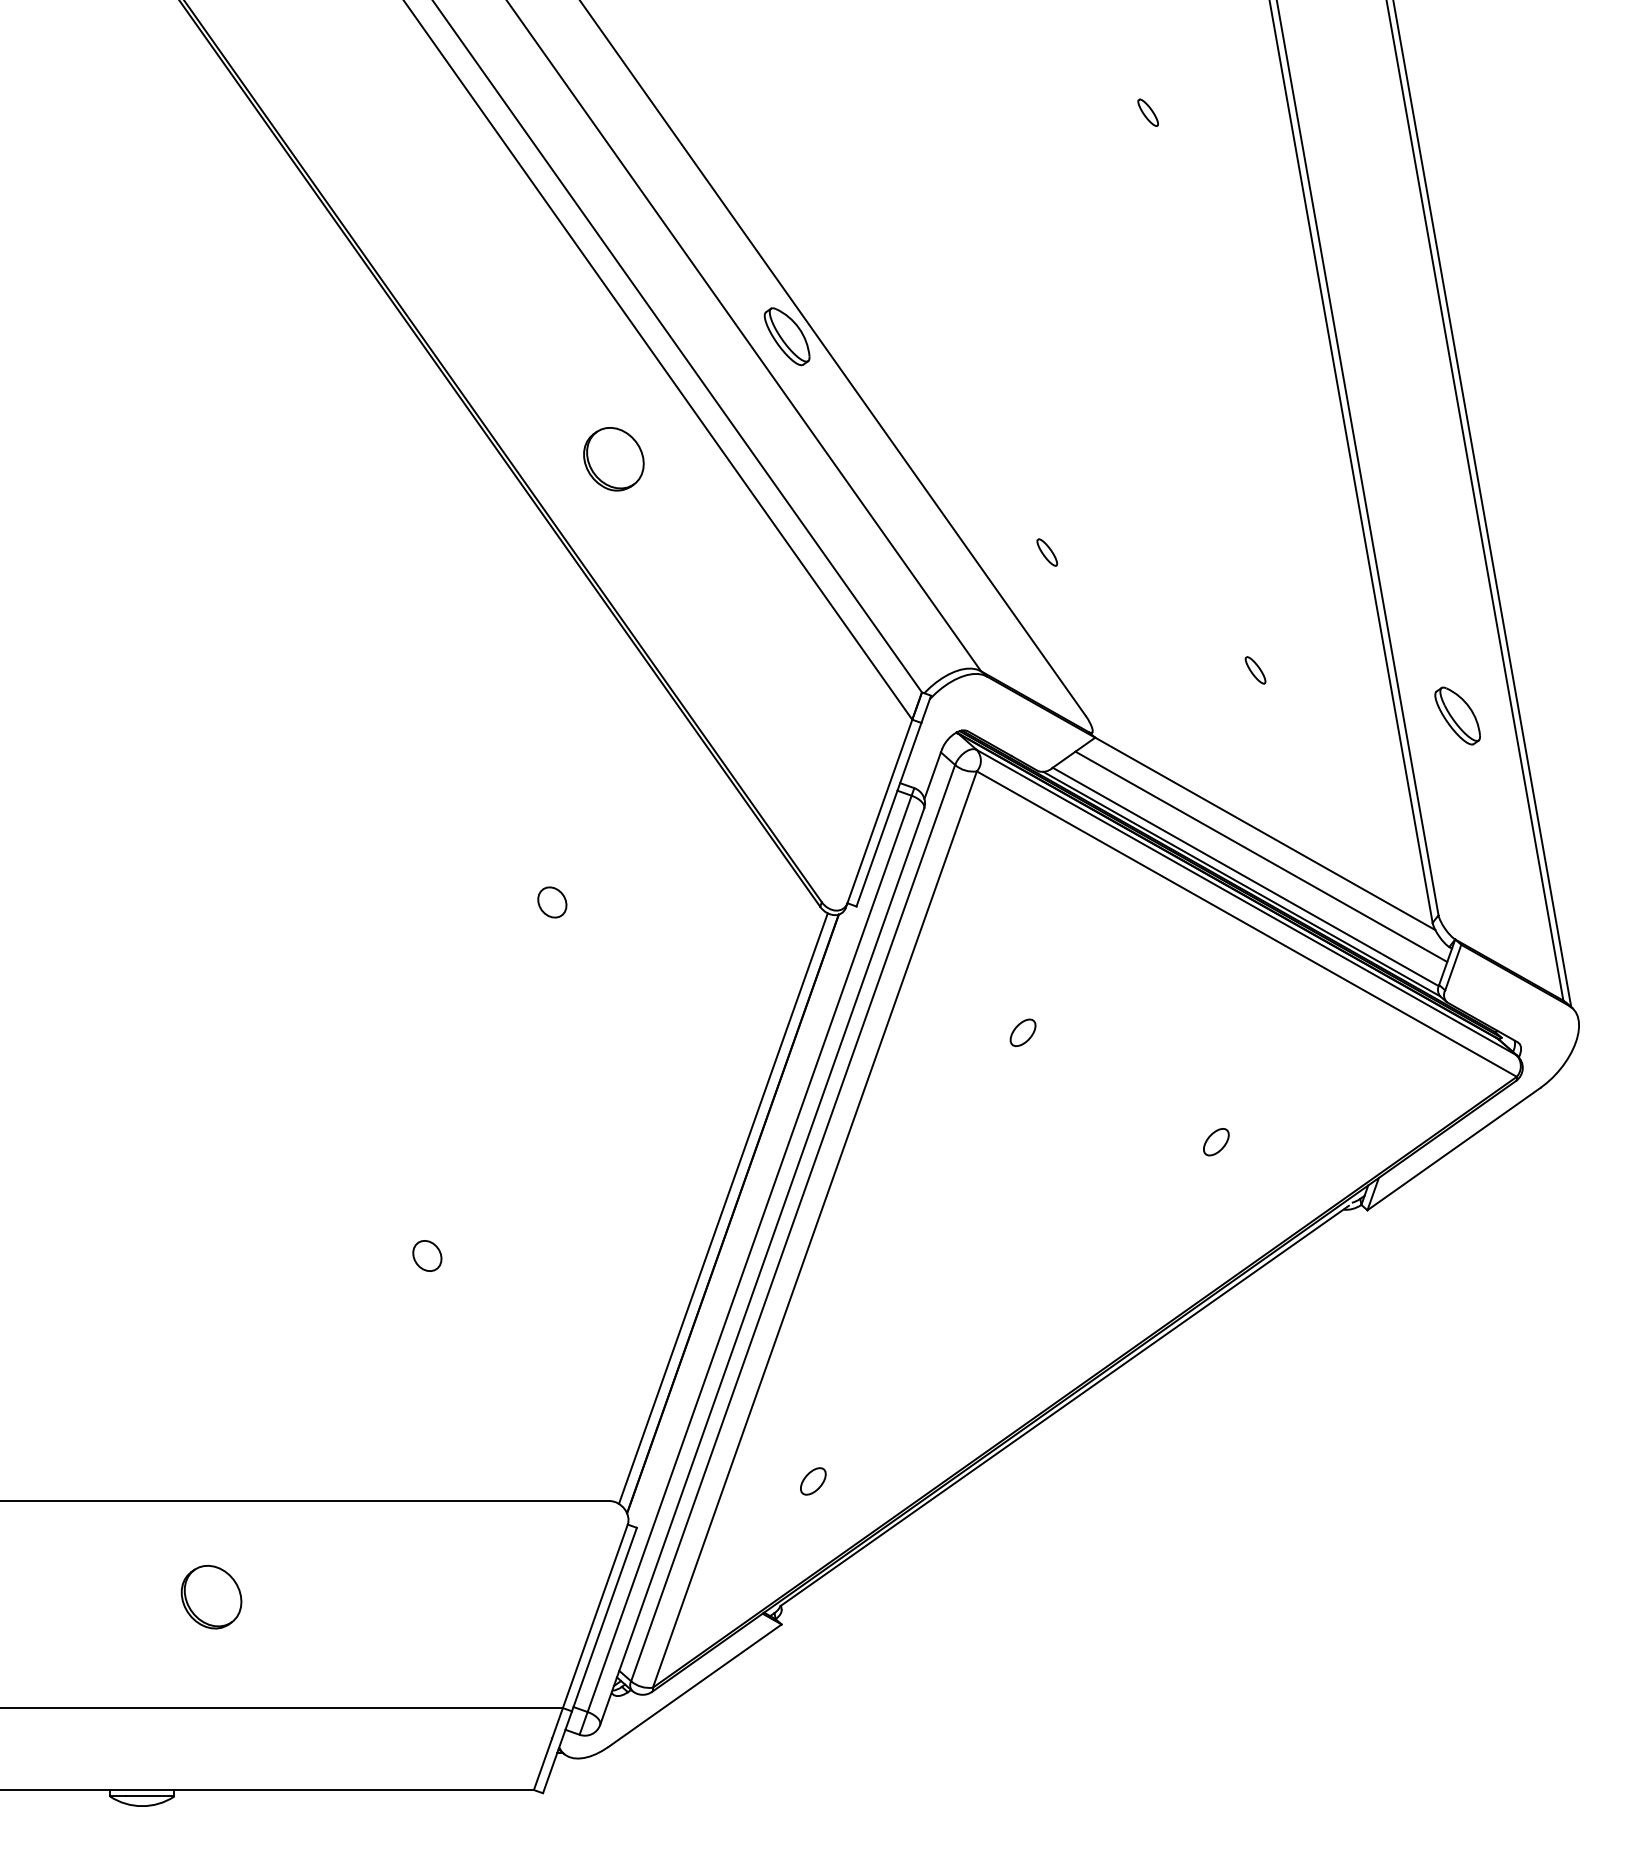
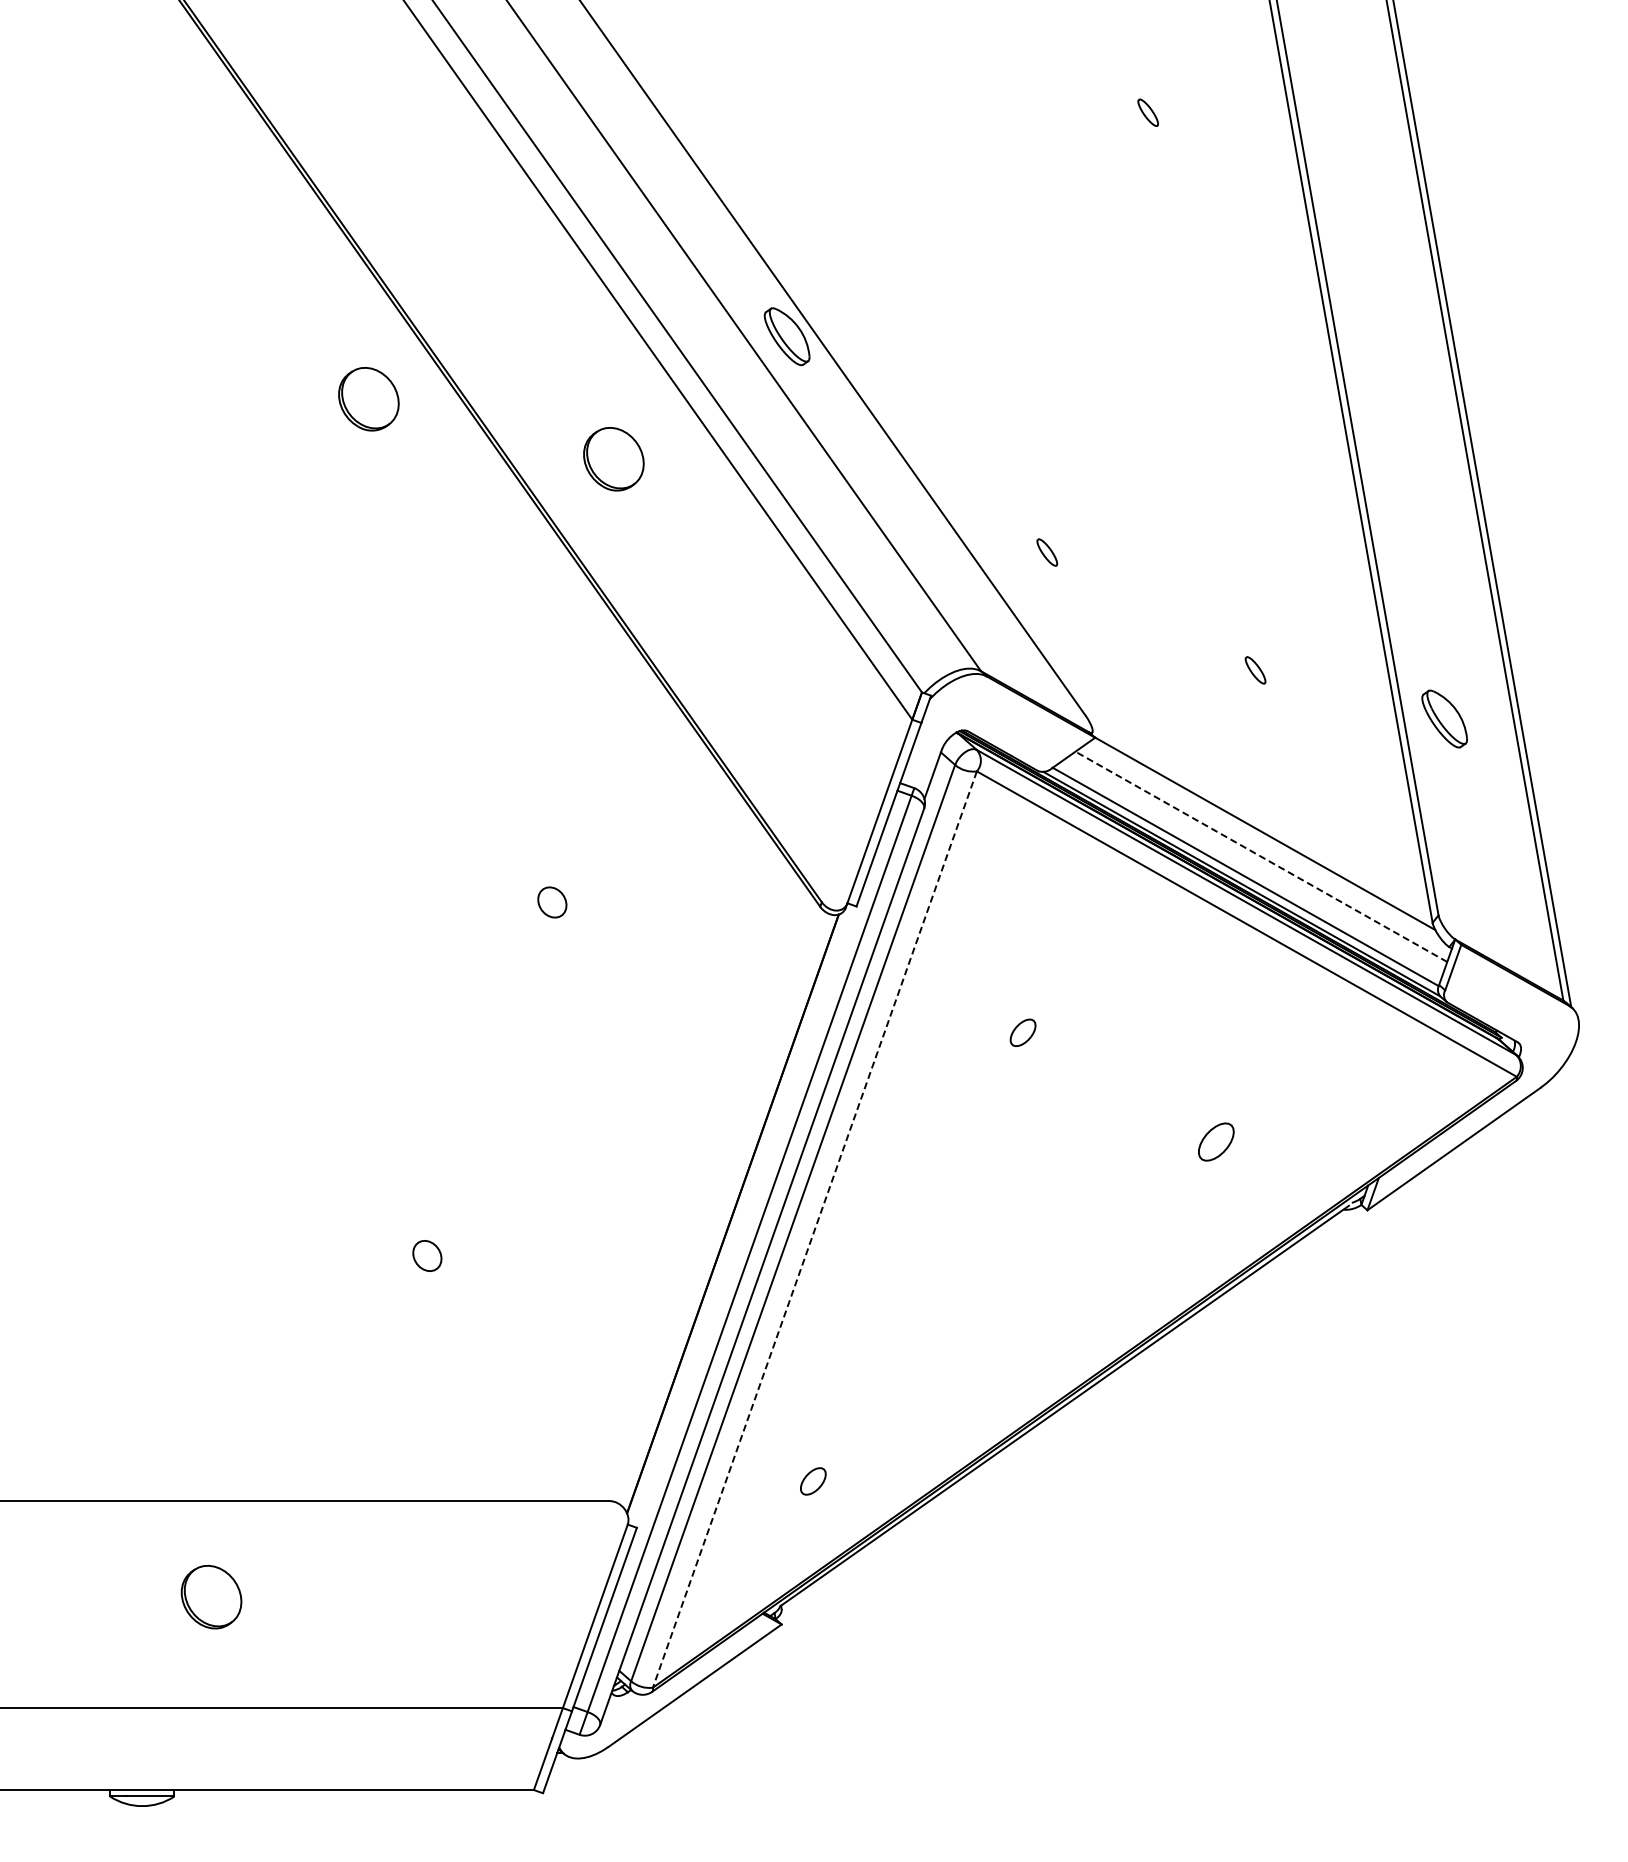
part at (368, 399): none -> present
part at (1457, 715) position: (1457, 715) -> (1444, 718)
line at (1261, 856): solid -> dashed
part at (1216, 1142) size: 27x29 px -> 37x40 px
line at (723, 1208): present -> none
line at (814, 1229): solid -> dashed
